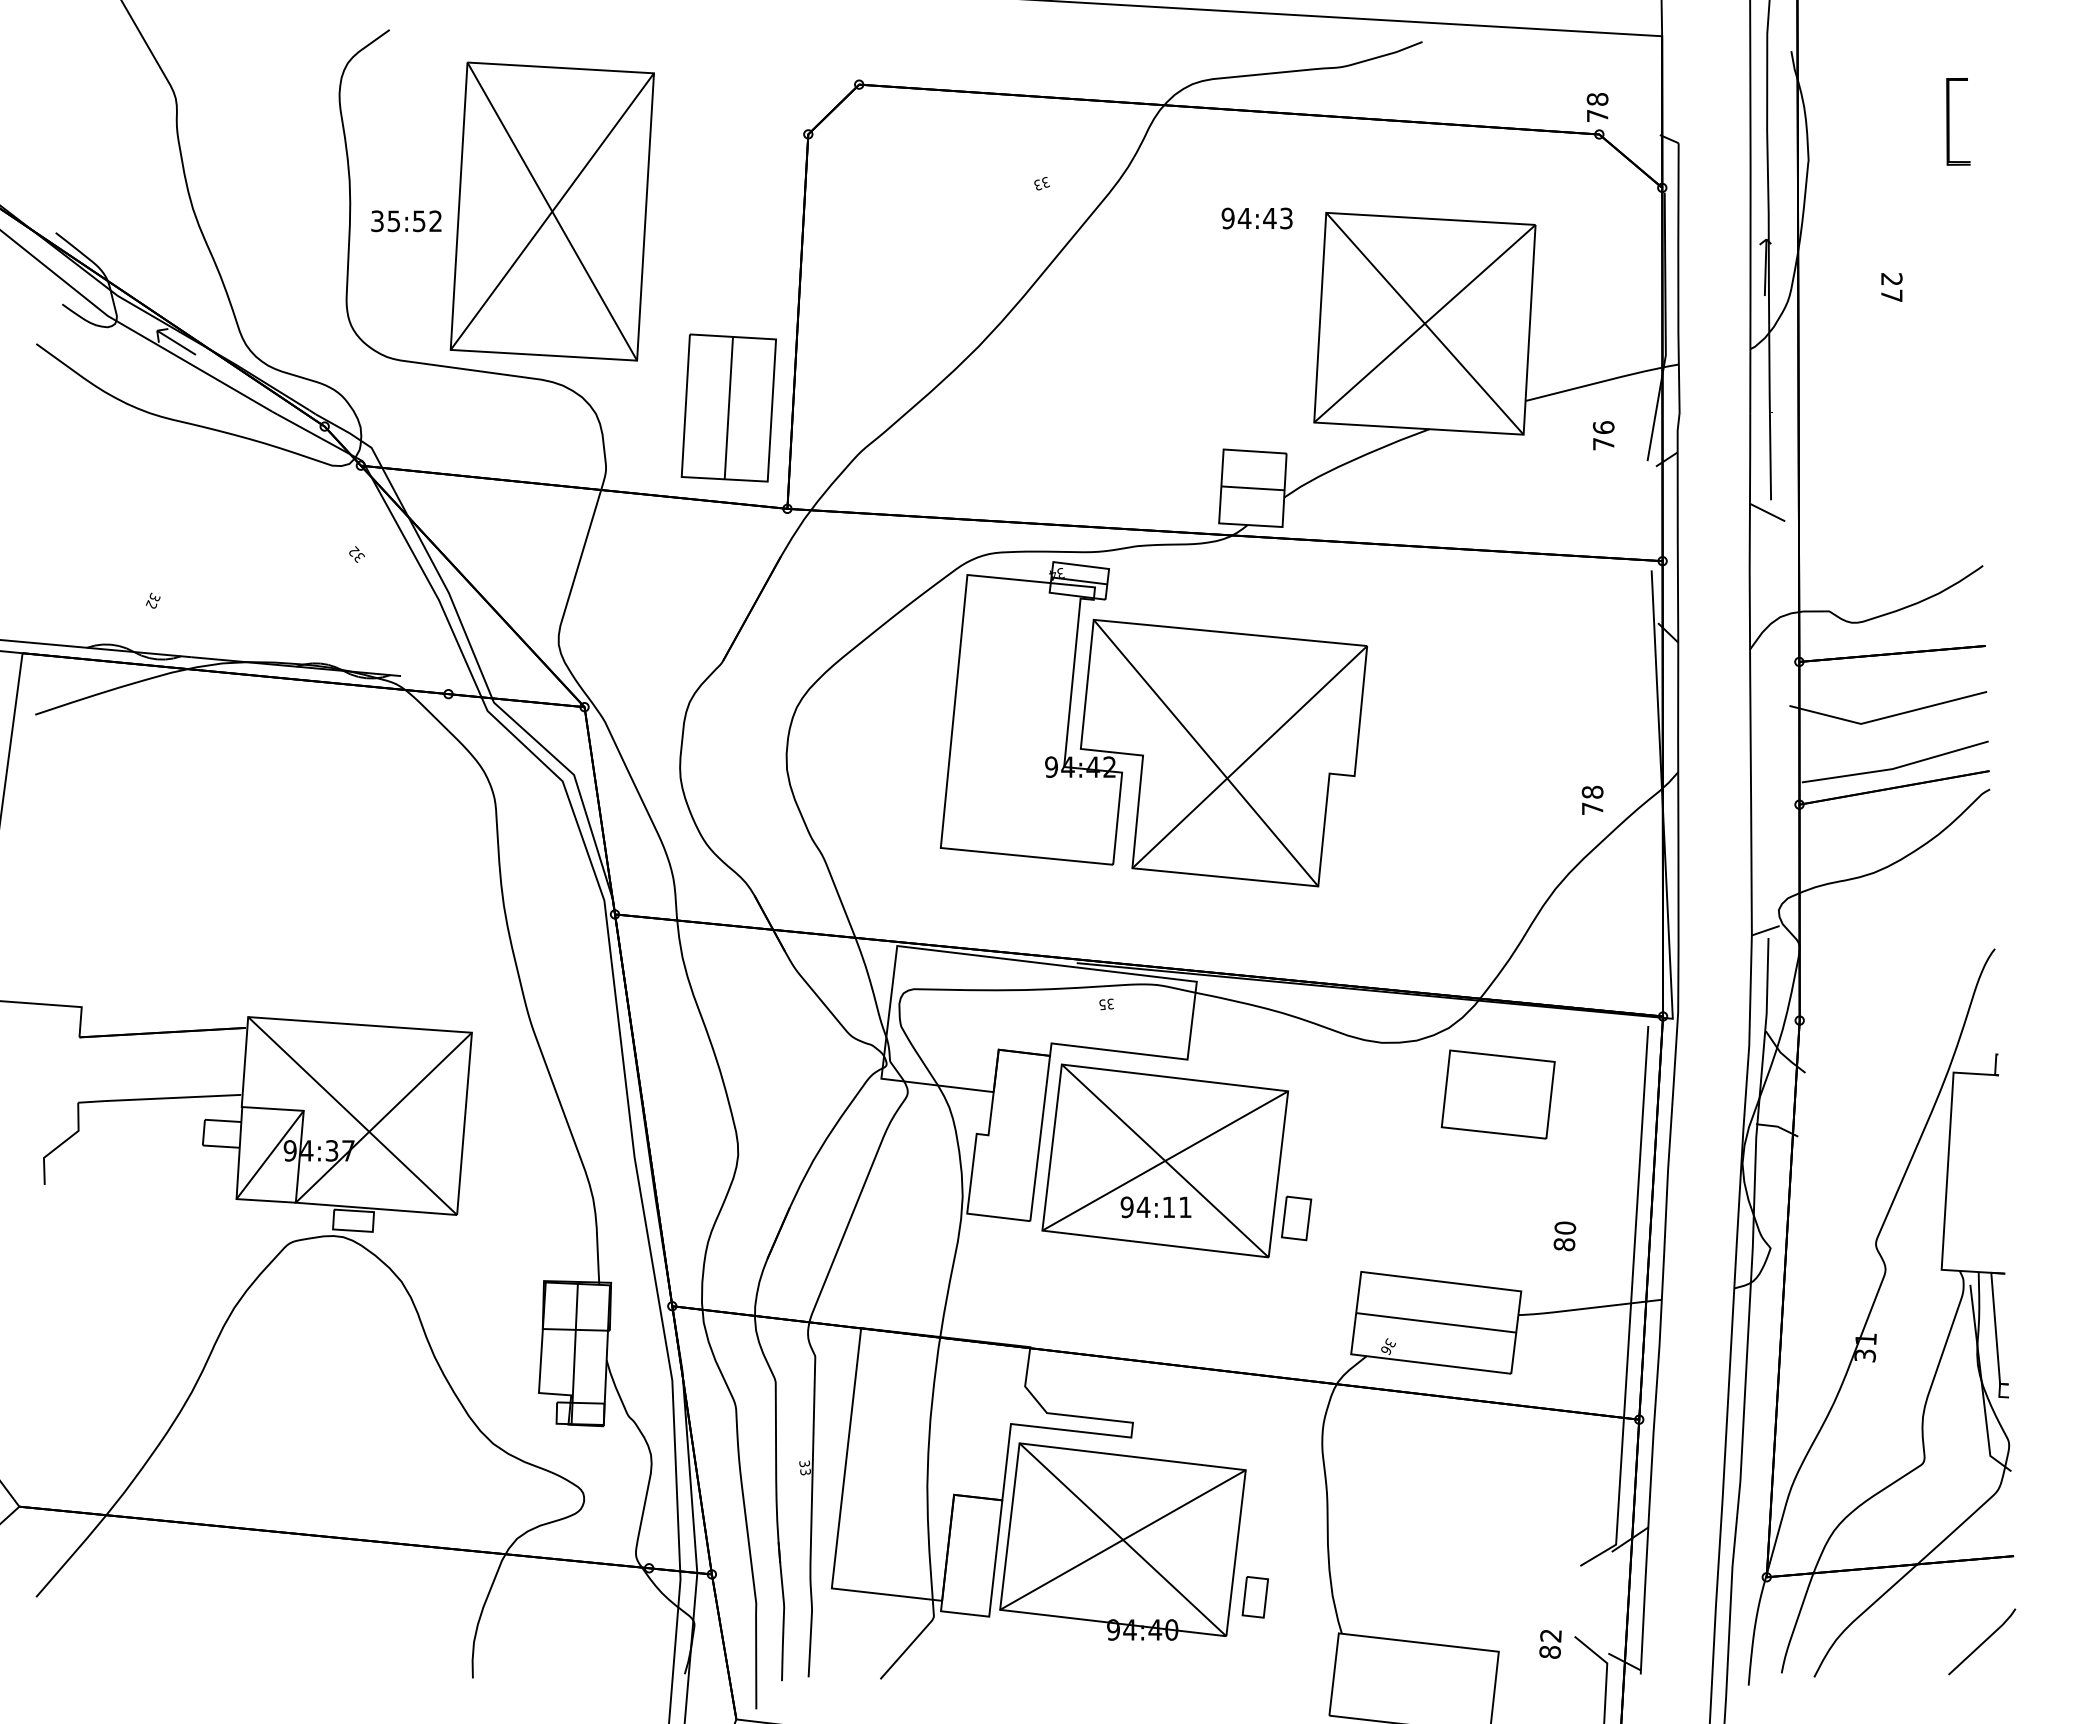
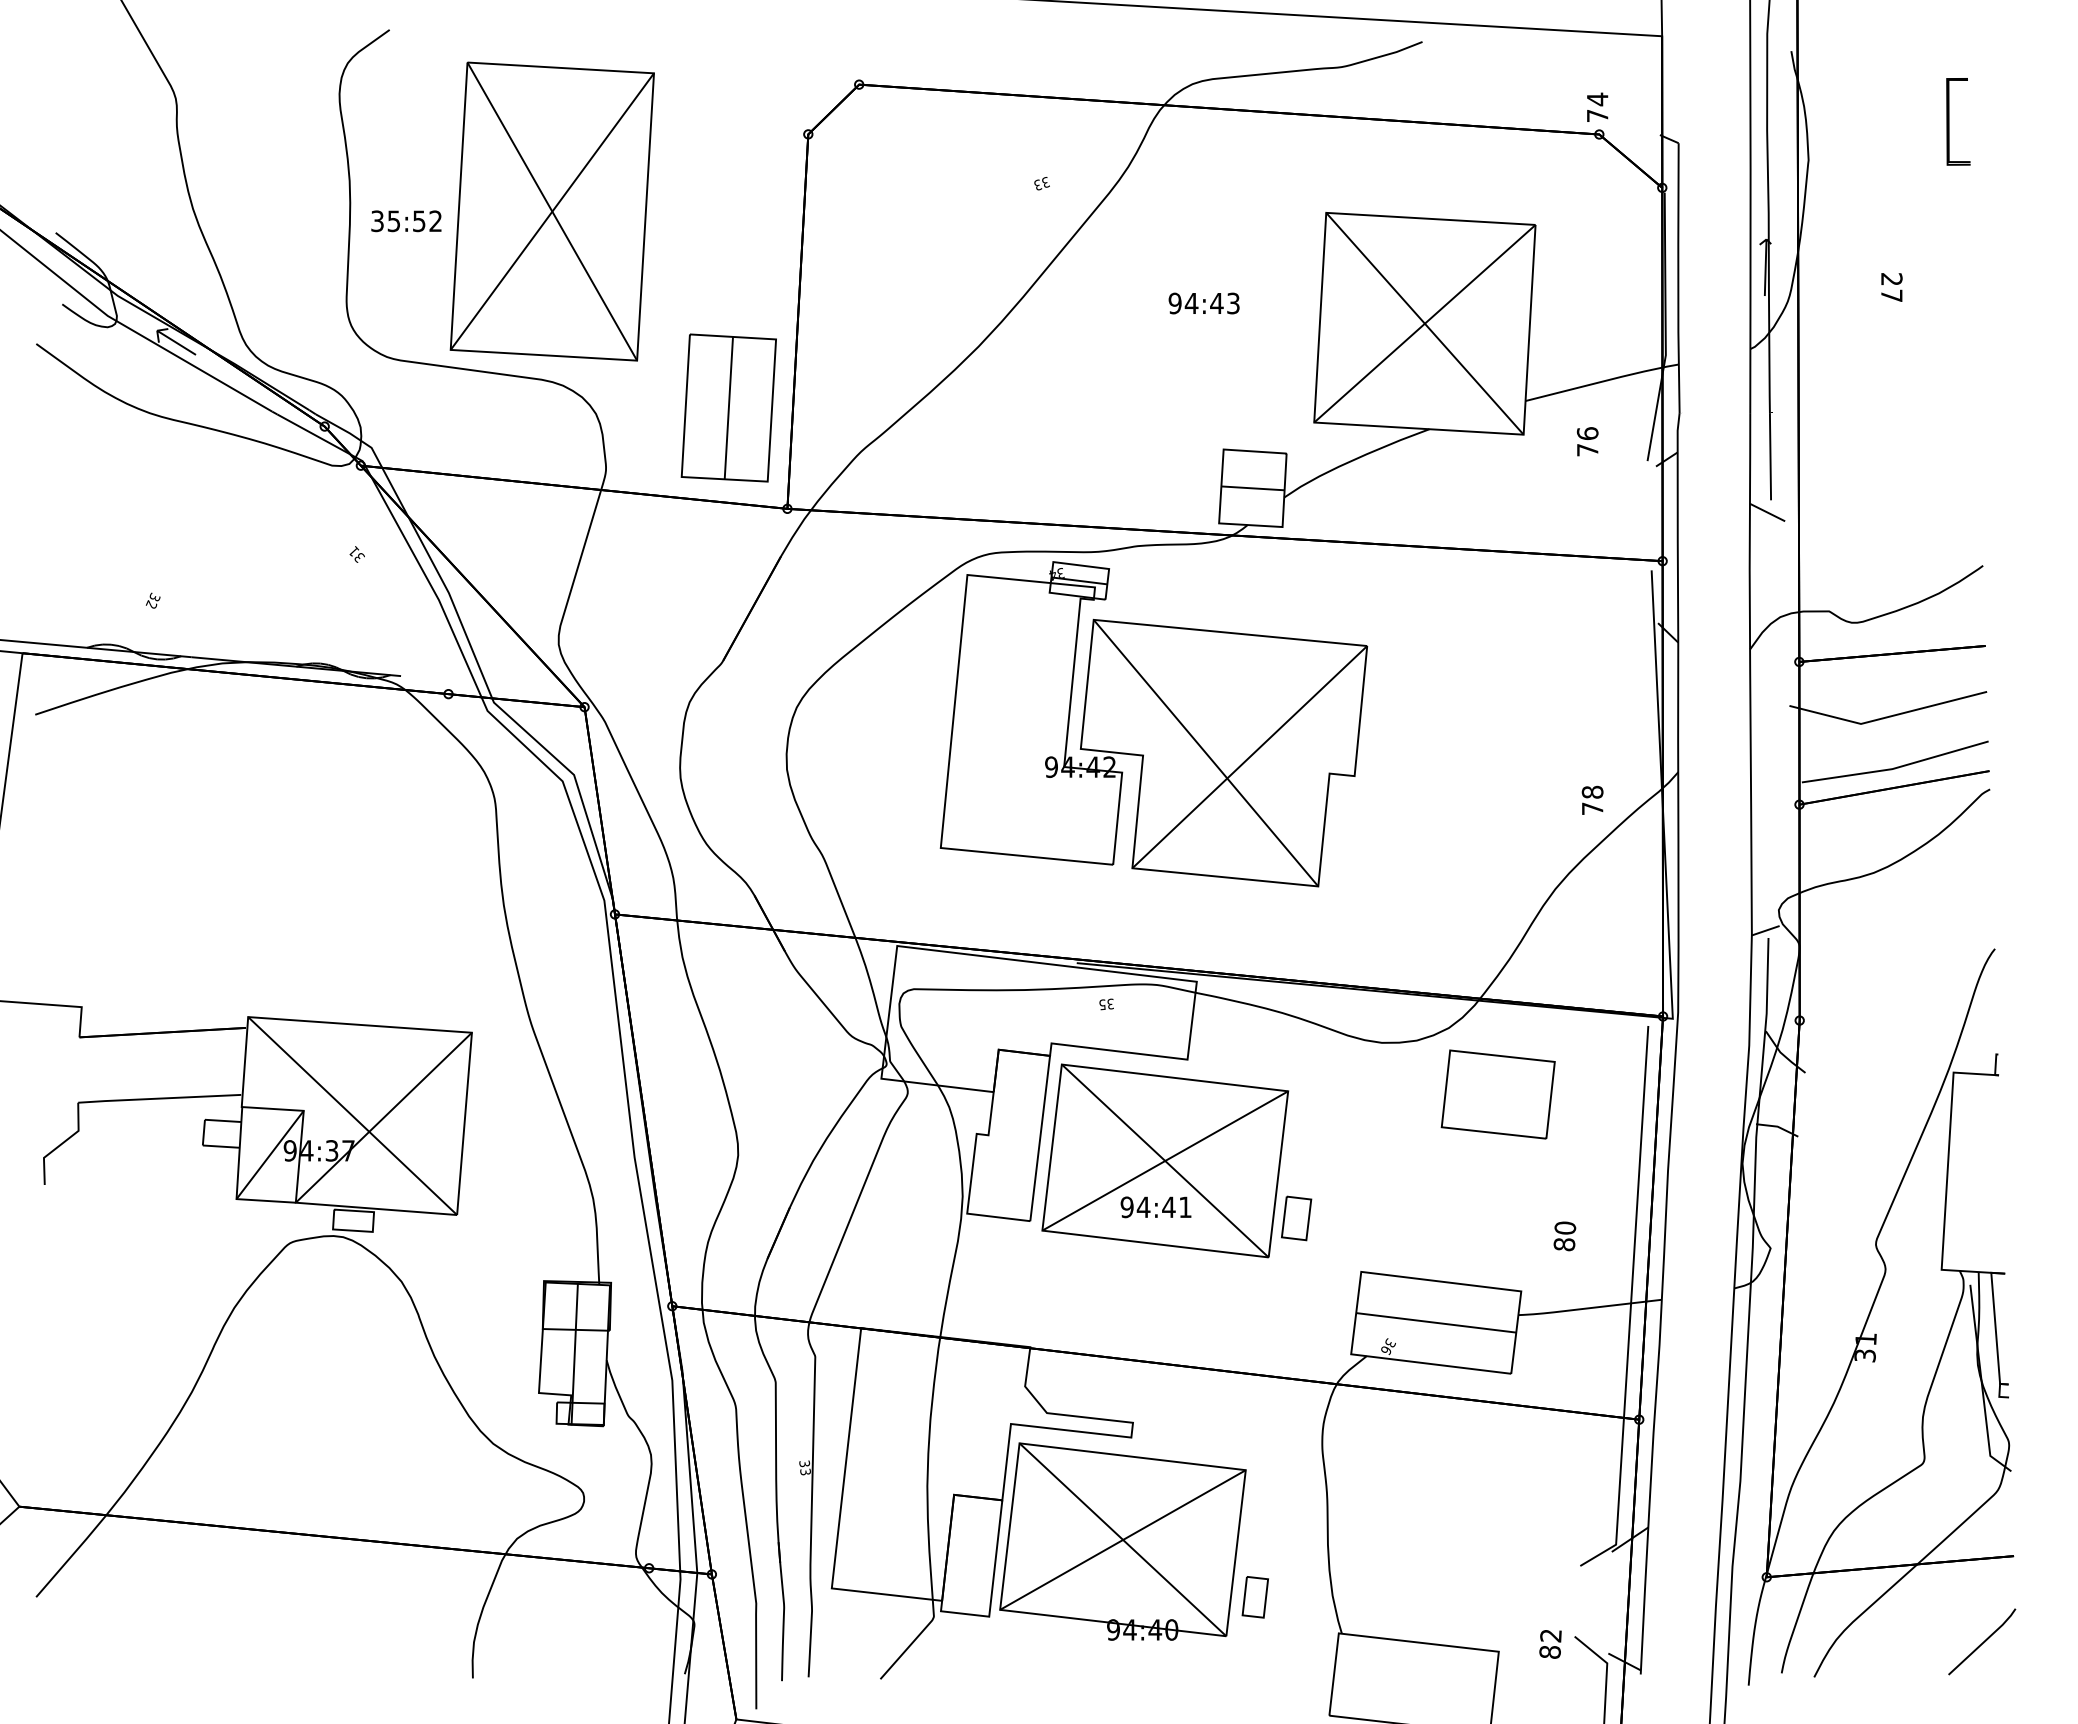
text at (1597, 99): 78 -> 74
text at (1256, 218) position: (1256, 218) -> (1203, 303)
text at (1603, 435) position: (1603, 435) -> (1587, 441)
text at (354, 552): 32 -> 31
text at (1168, 1206): 94:11 -> 94:41
